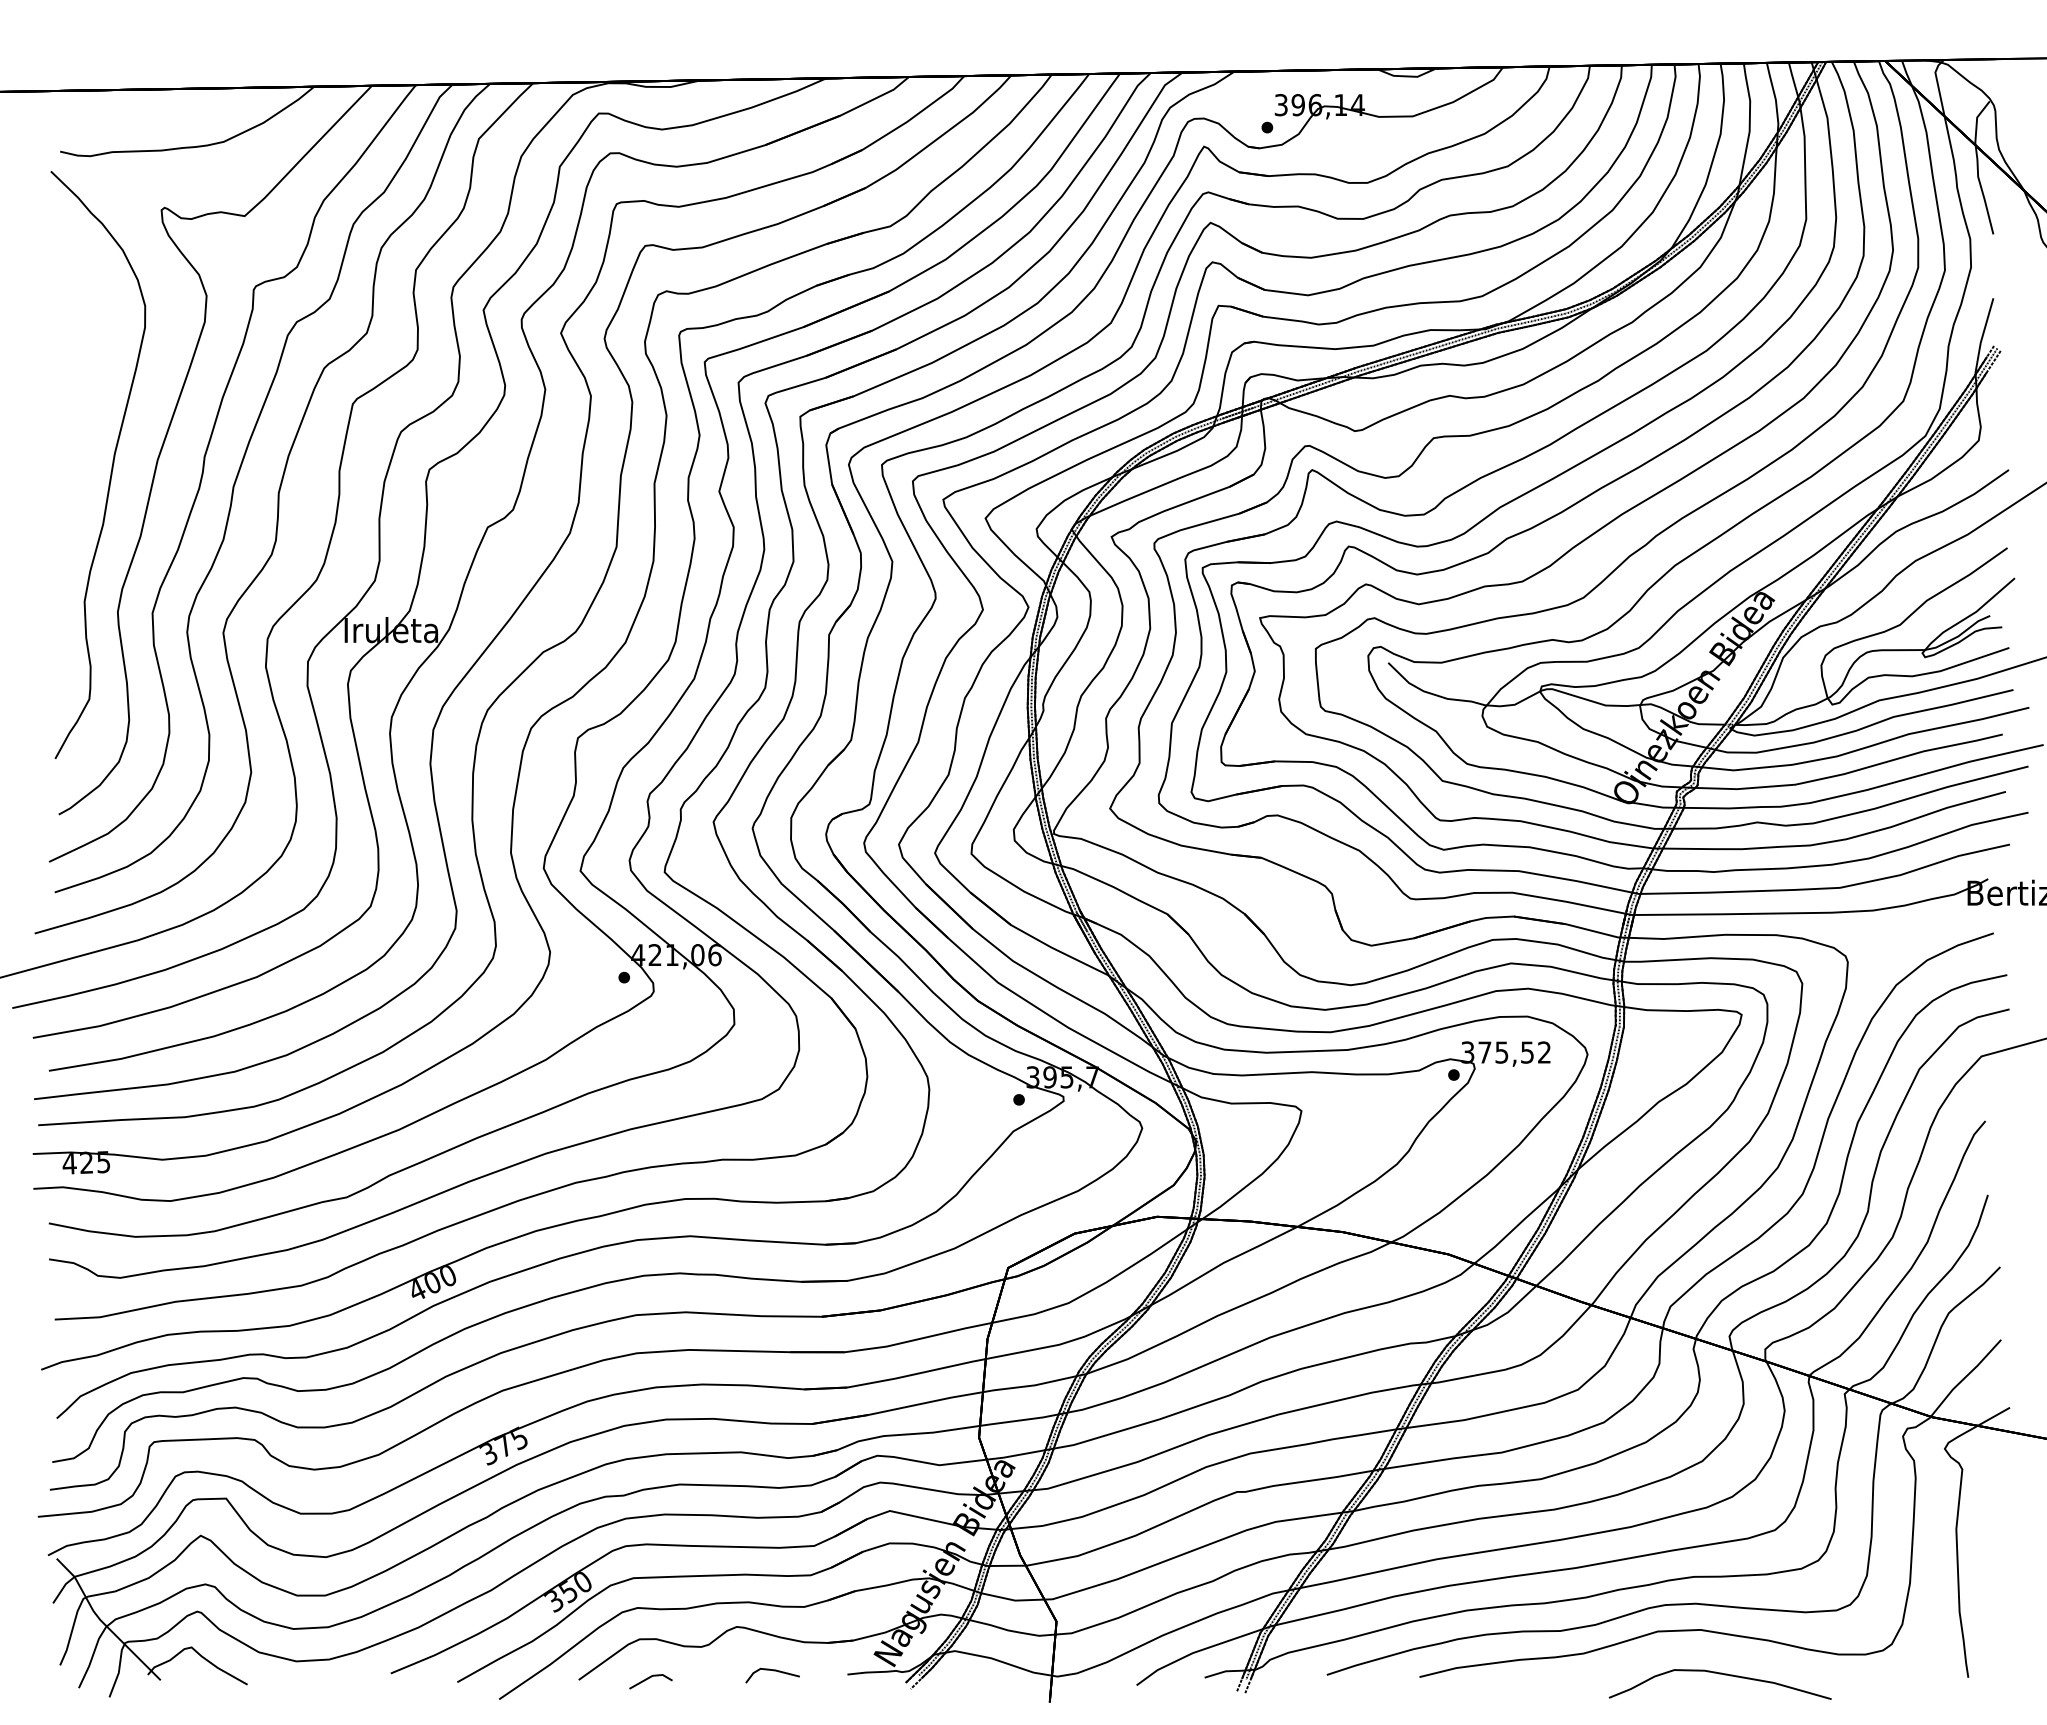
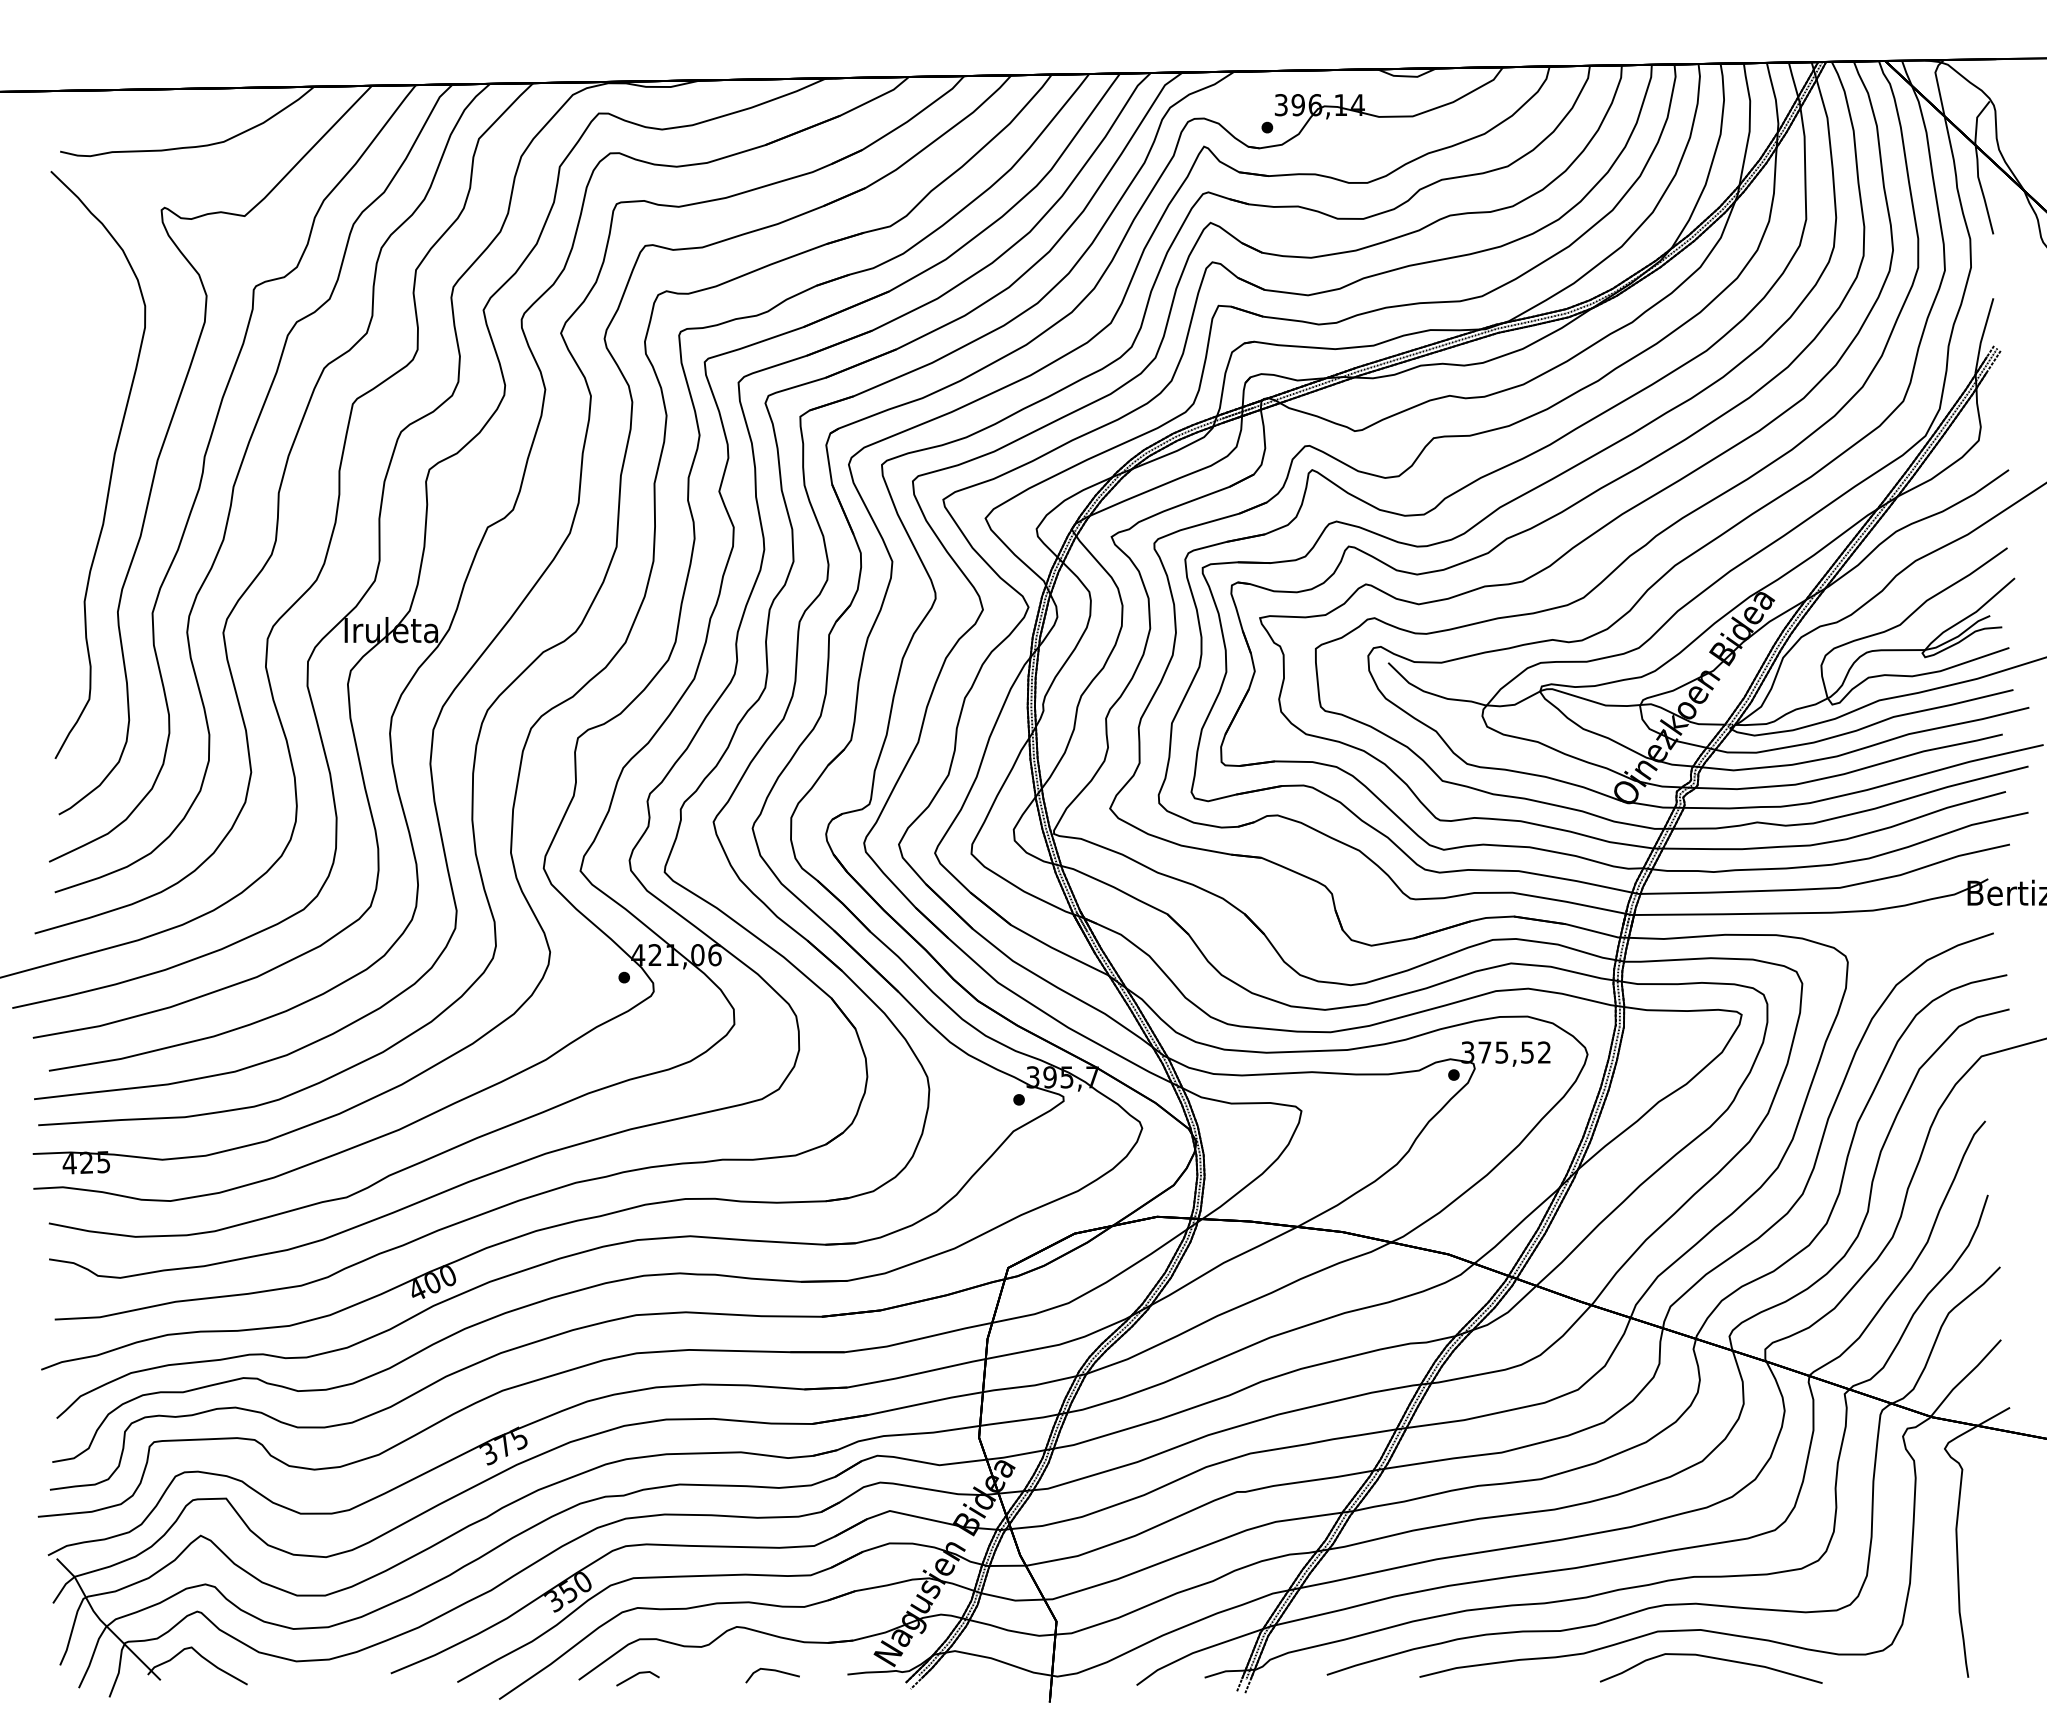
curve at (1719, 1674) position: (1719, 1674) -> (1710, 1658)
line at (648, 1679) position: (648, 1679) -> (635, 1676)
